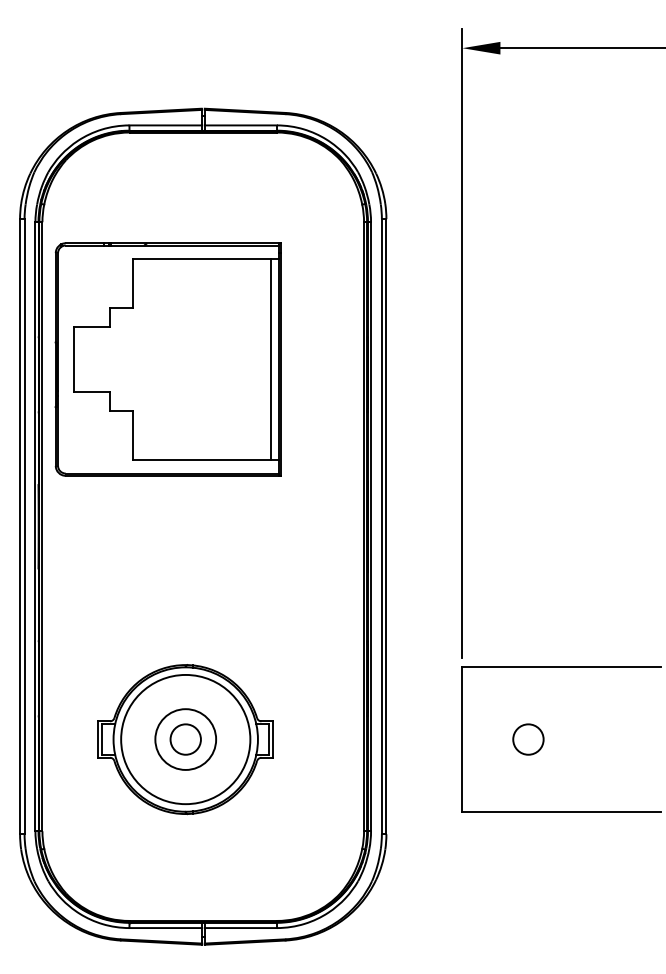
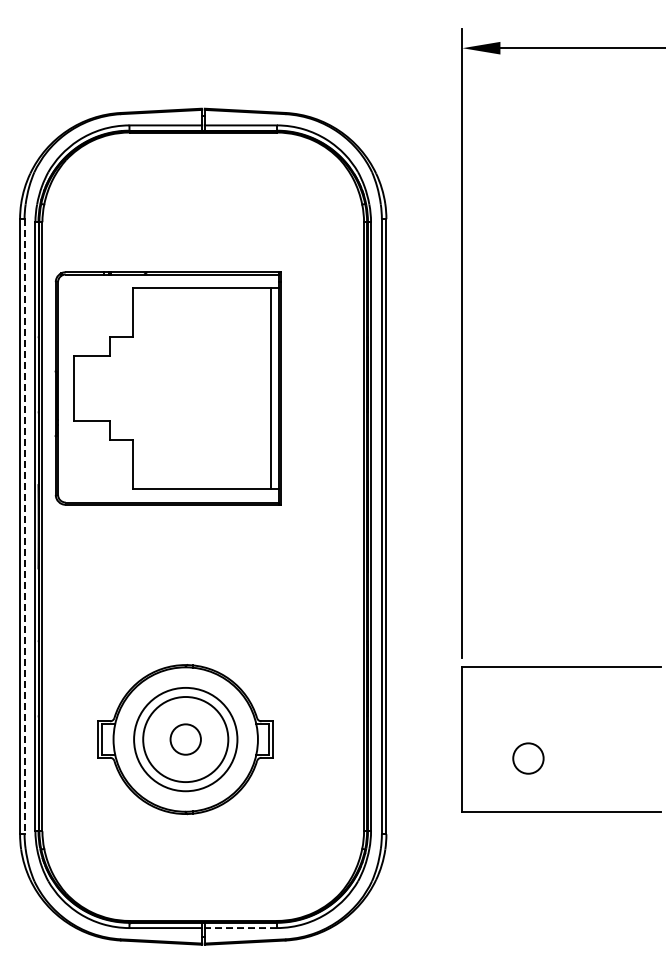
part at (167, 359) position: (167, 359) -> (167, 388)
line at (24, 526): solid -> dashed
circle at (185, 739) diameter: 129 px -> 103 px
circle at (185, 739) diameter: 61 px -> 85 px
circle at (528, 739) position: (528, 739) -> (528, 758)
line at (240, 928): solid -> dashed
